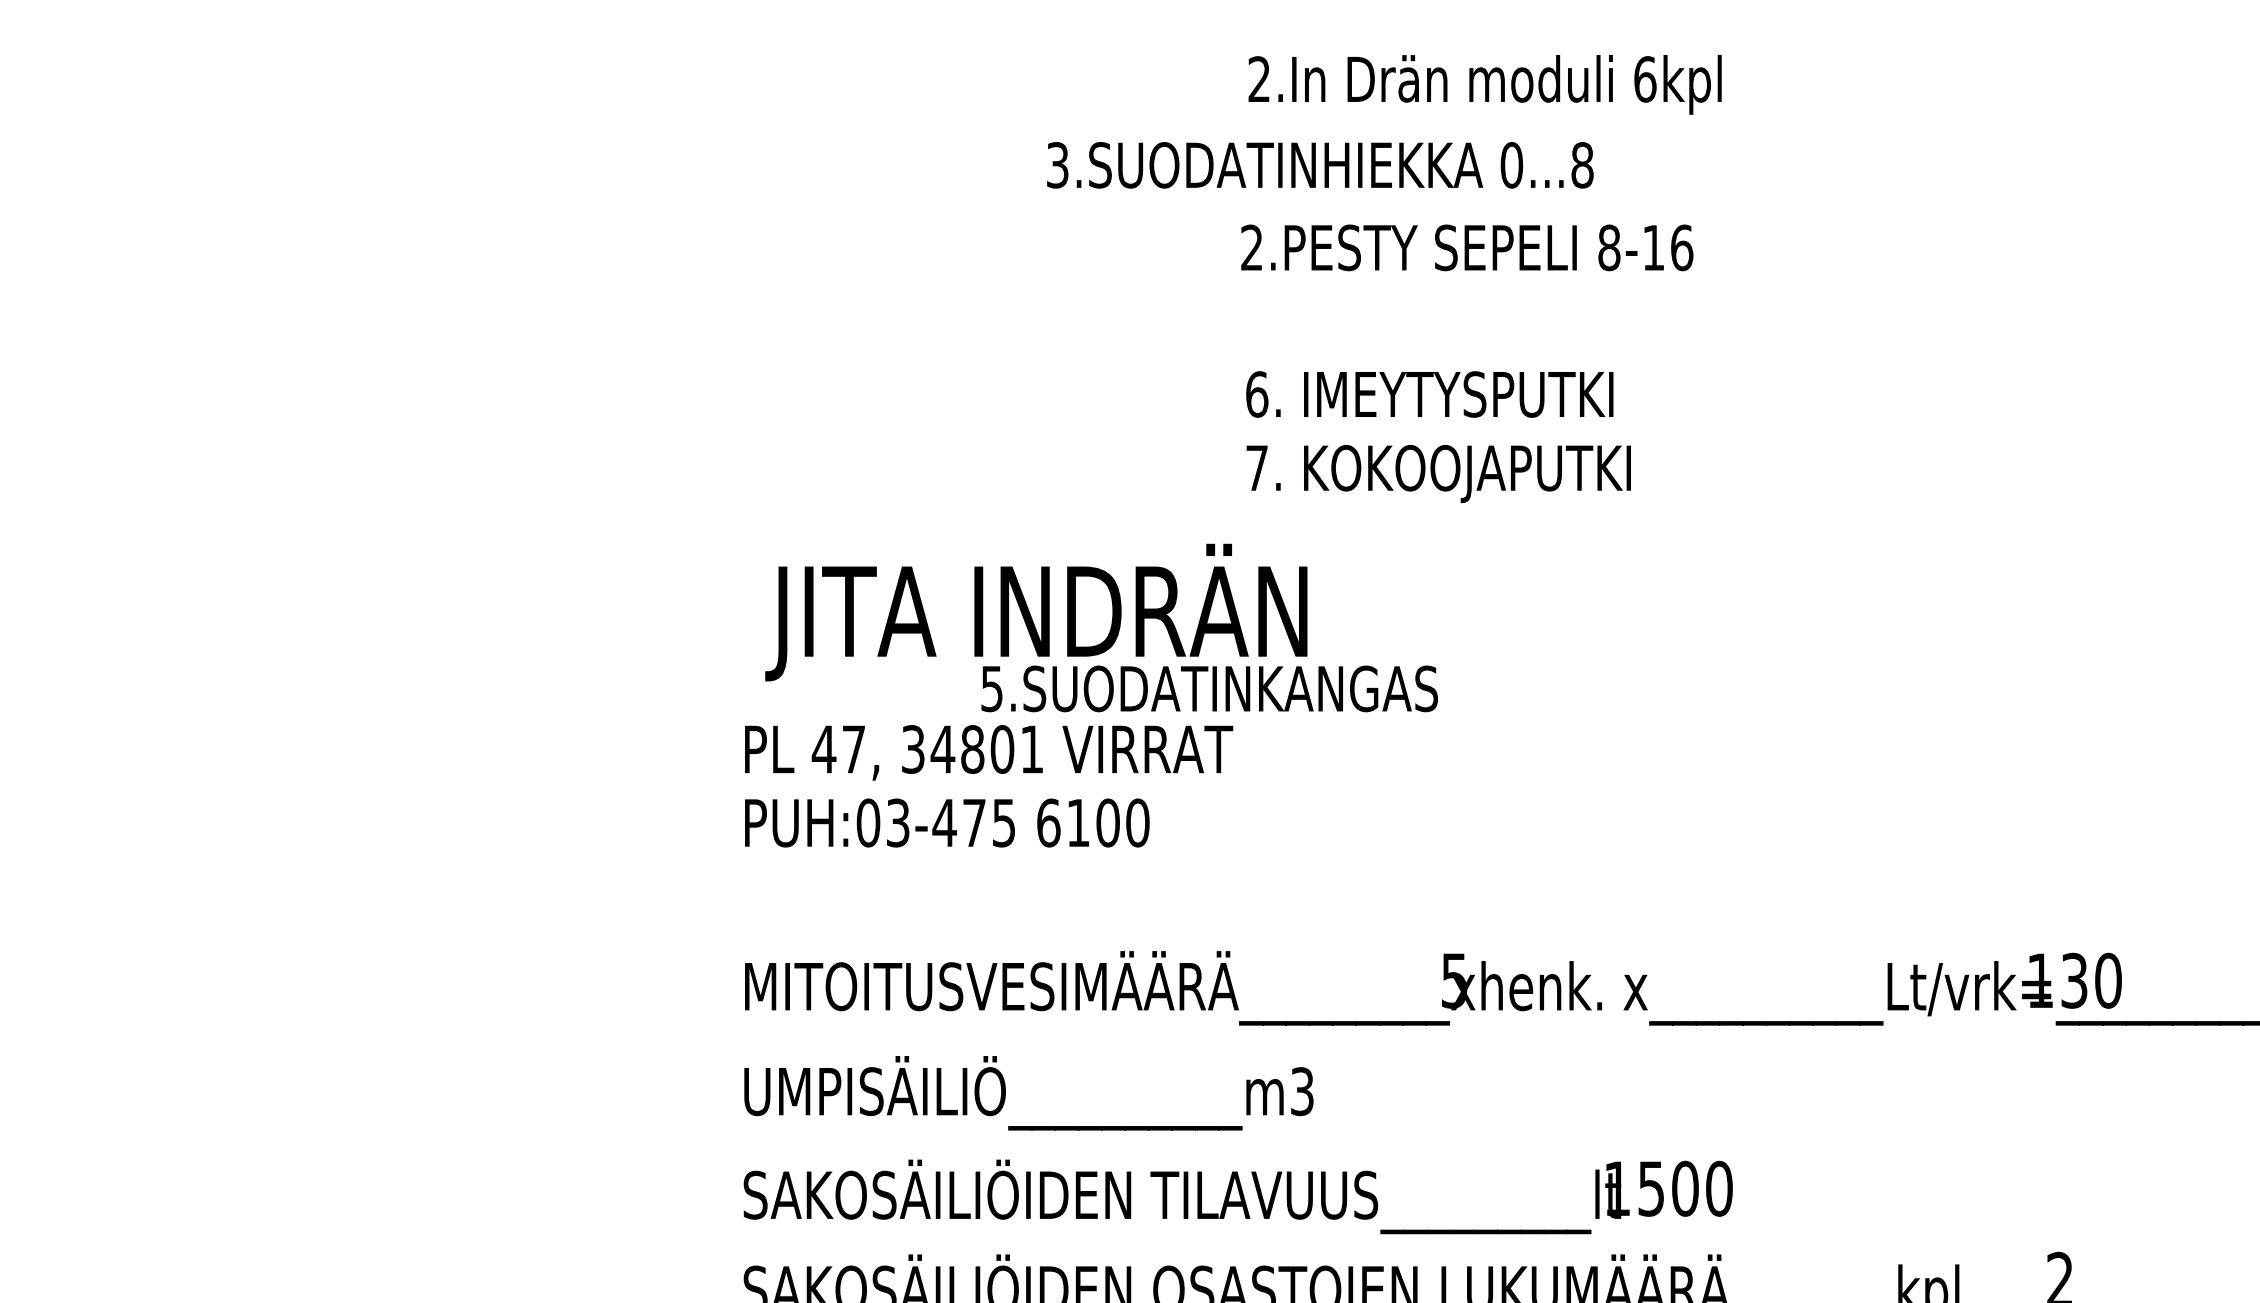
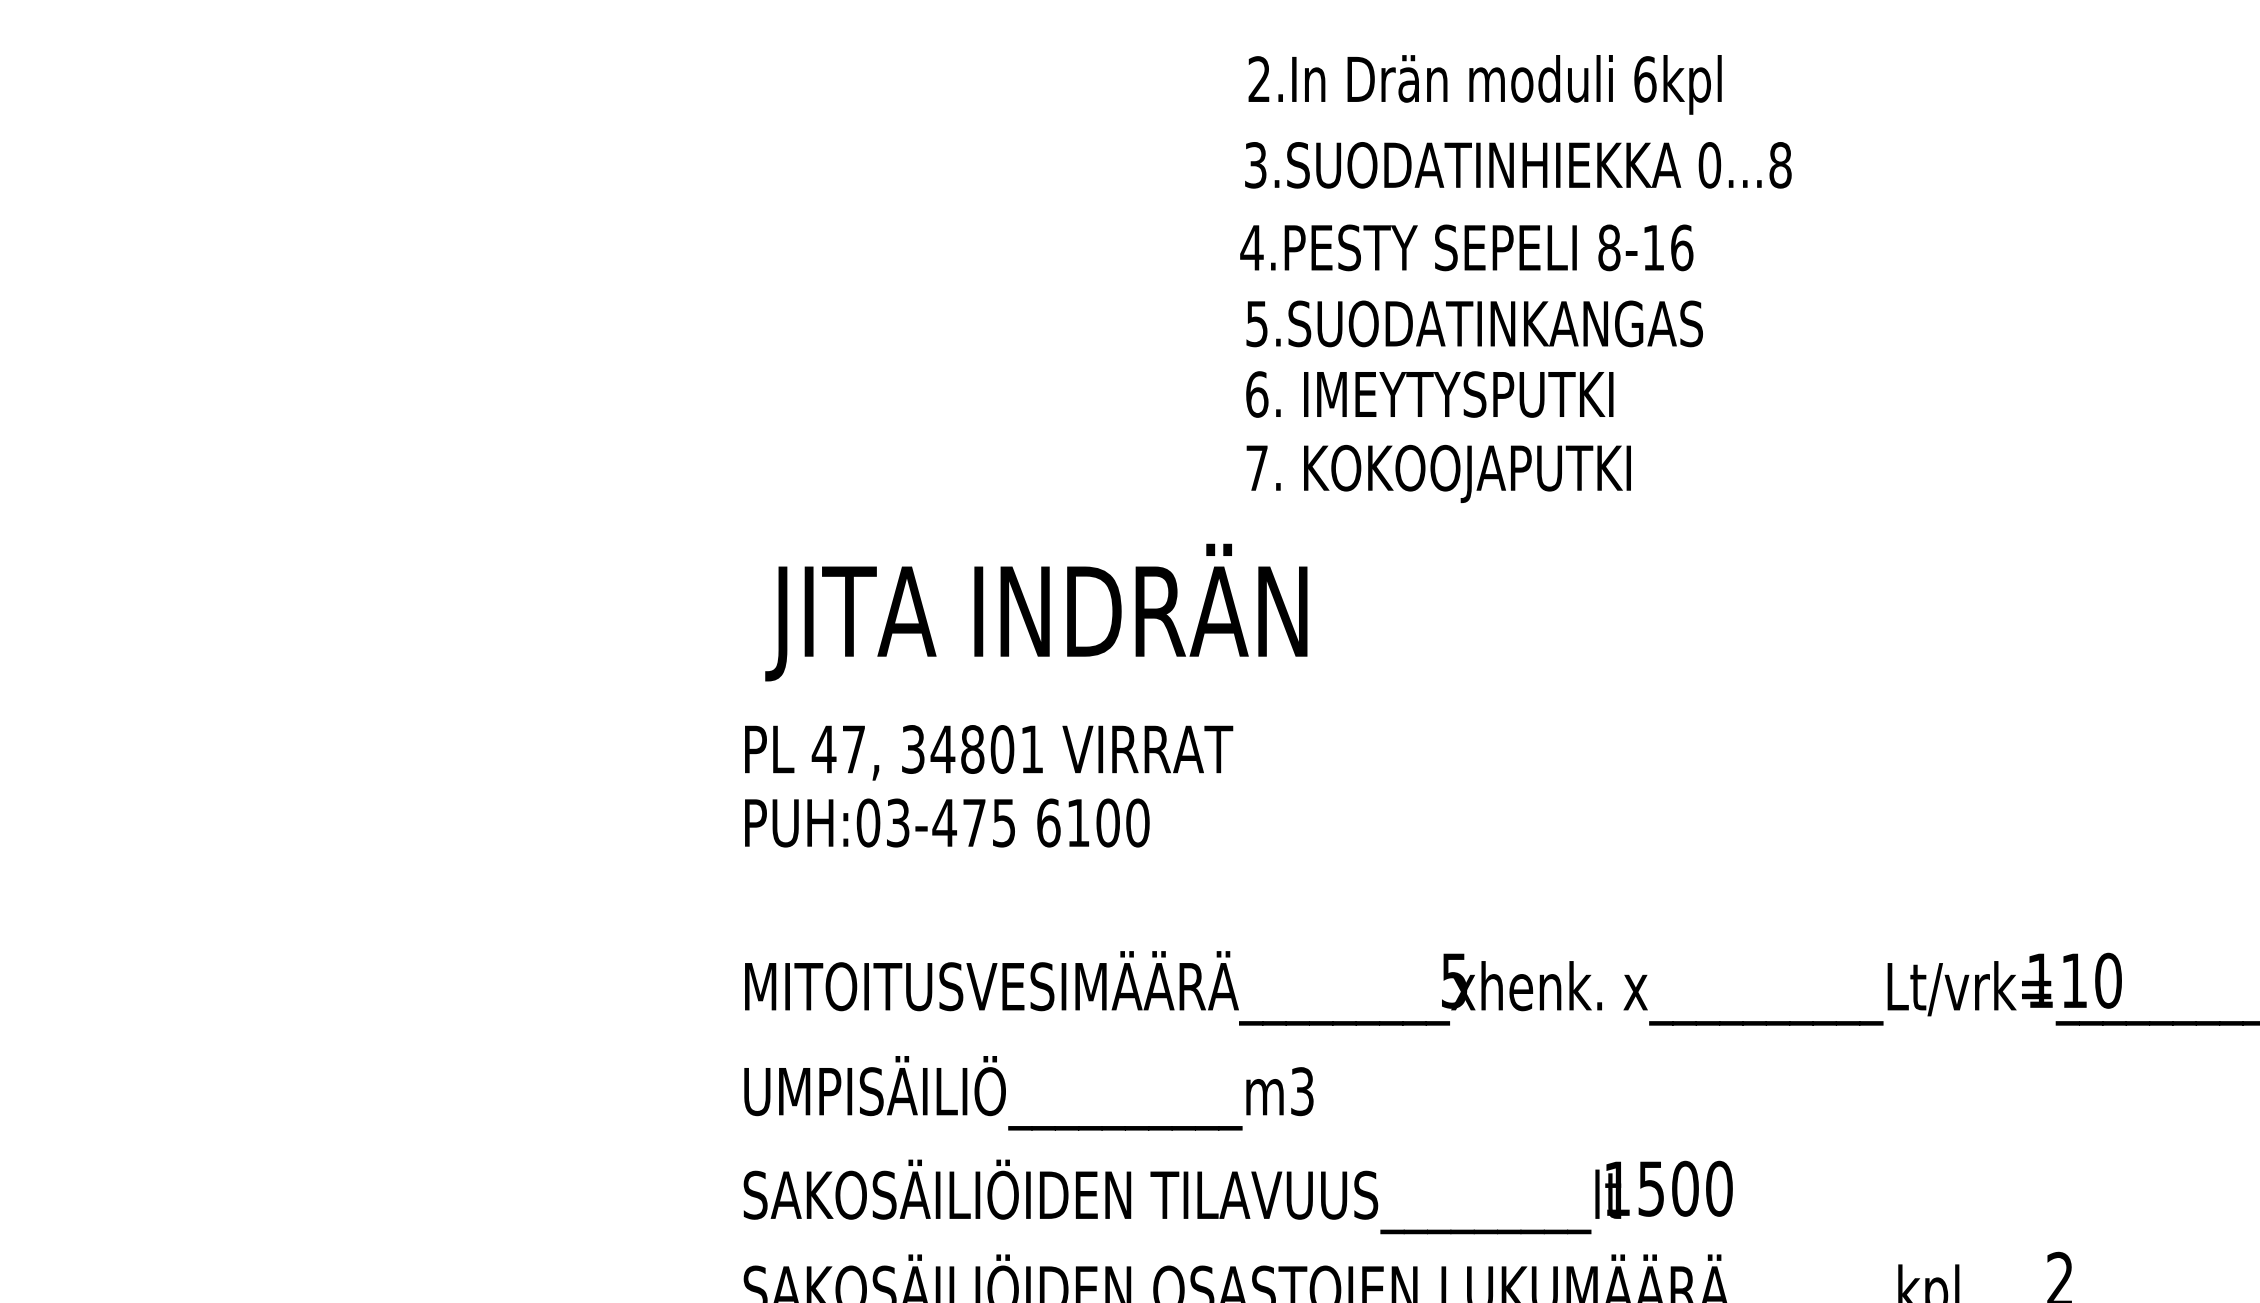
text at (1320, 165) position: (1320, 165) -> (1518, 165)
text at (1251, 247): 2.PESTY -> 4.PESTY
text at (1209, 688) position: (1209, 688) -> (1474, 323)
text at (2074, 980): 130 -> 110
